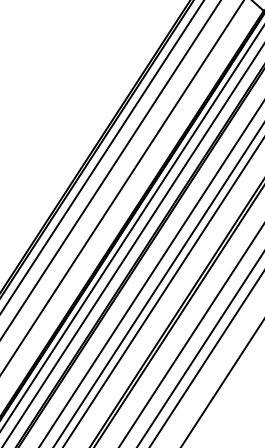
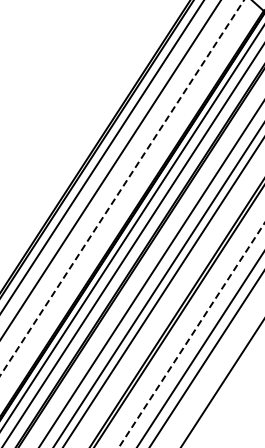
line at (121, 188): solid -> dashed
line at (191, 335): solid -> dashed
